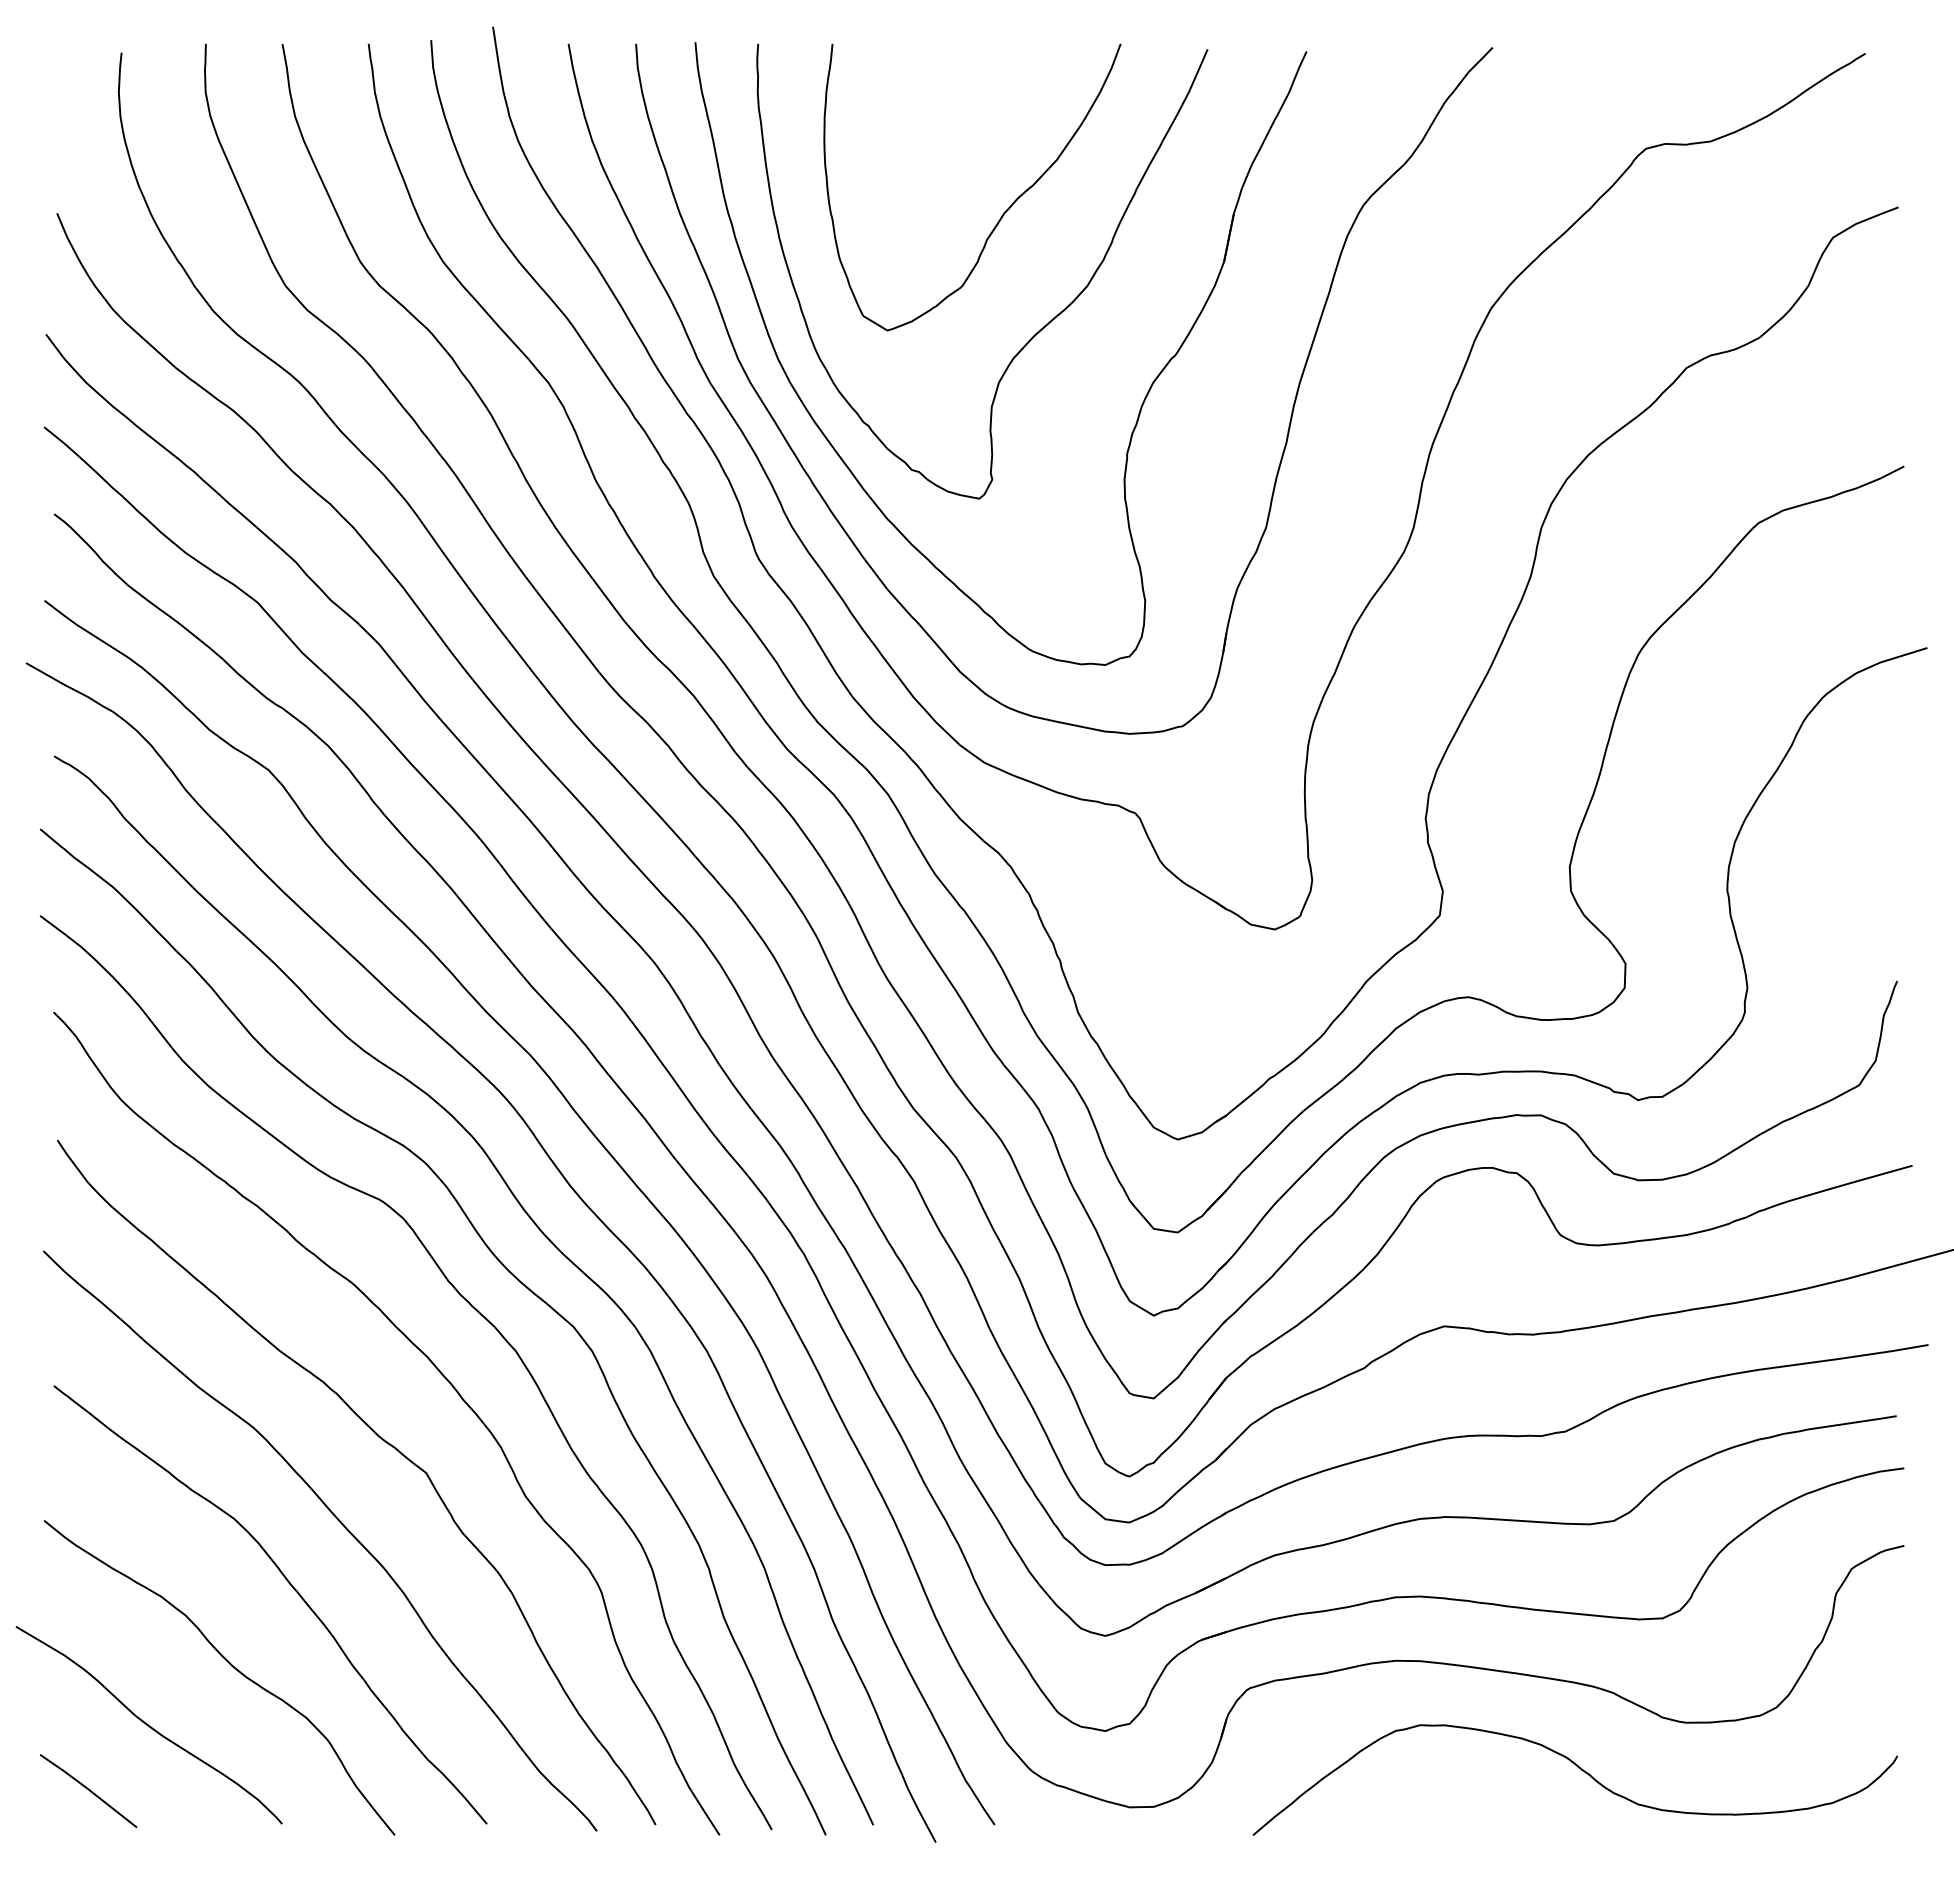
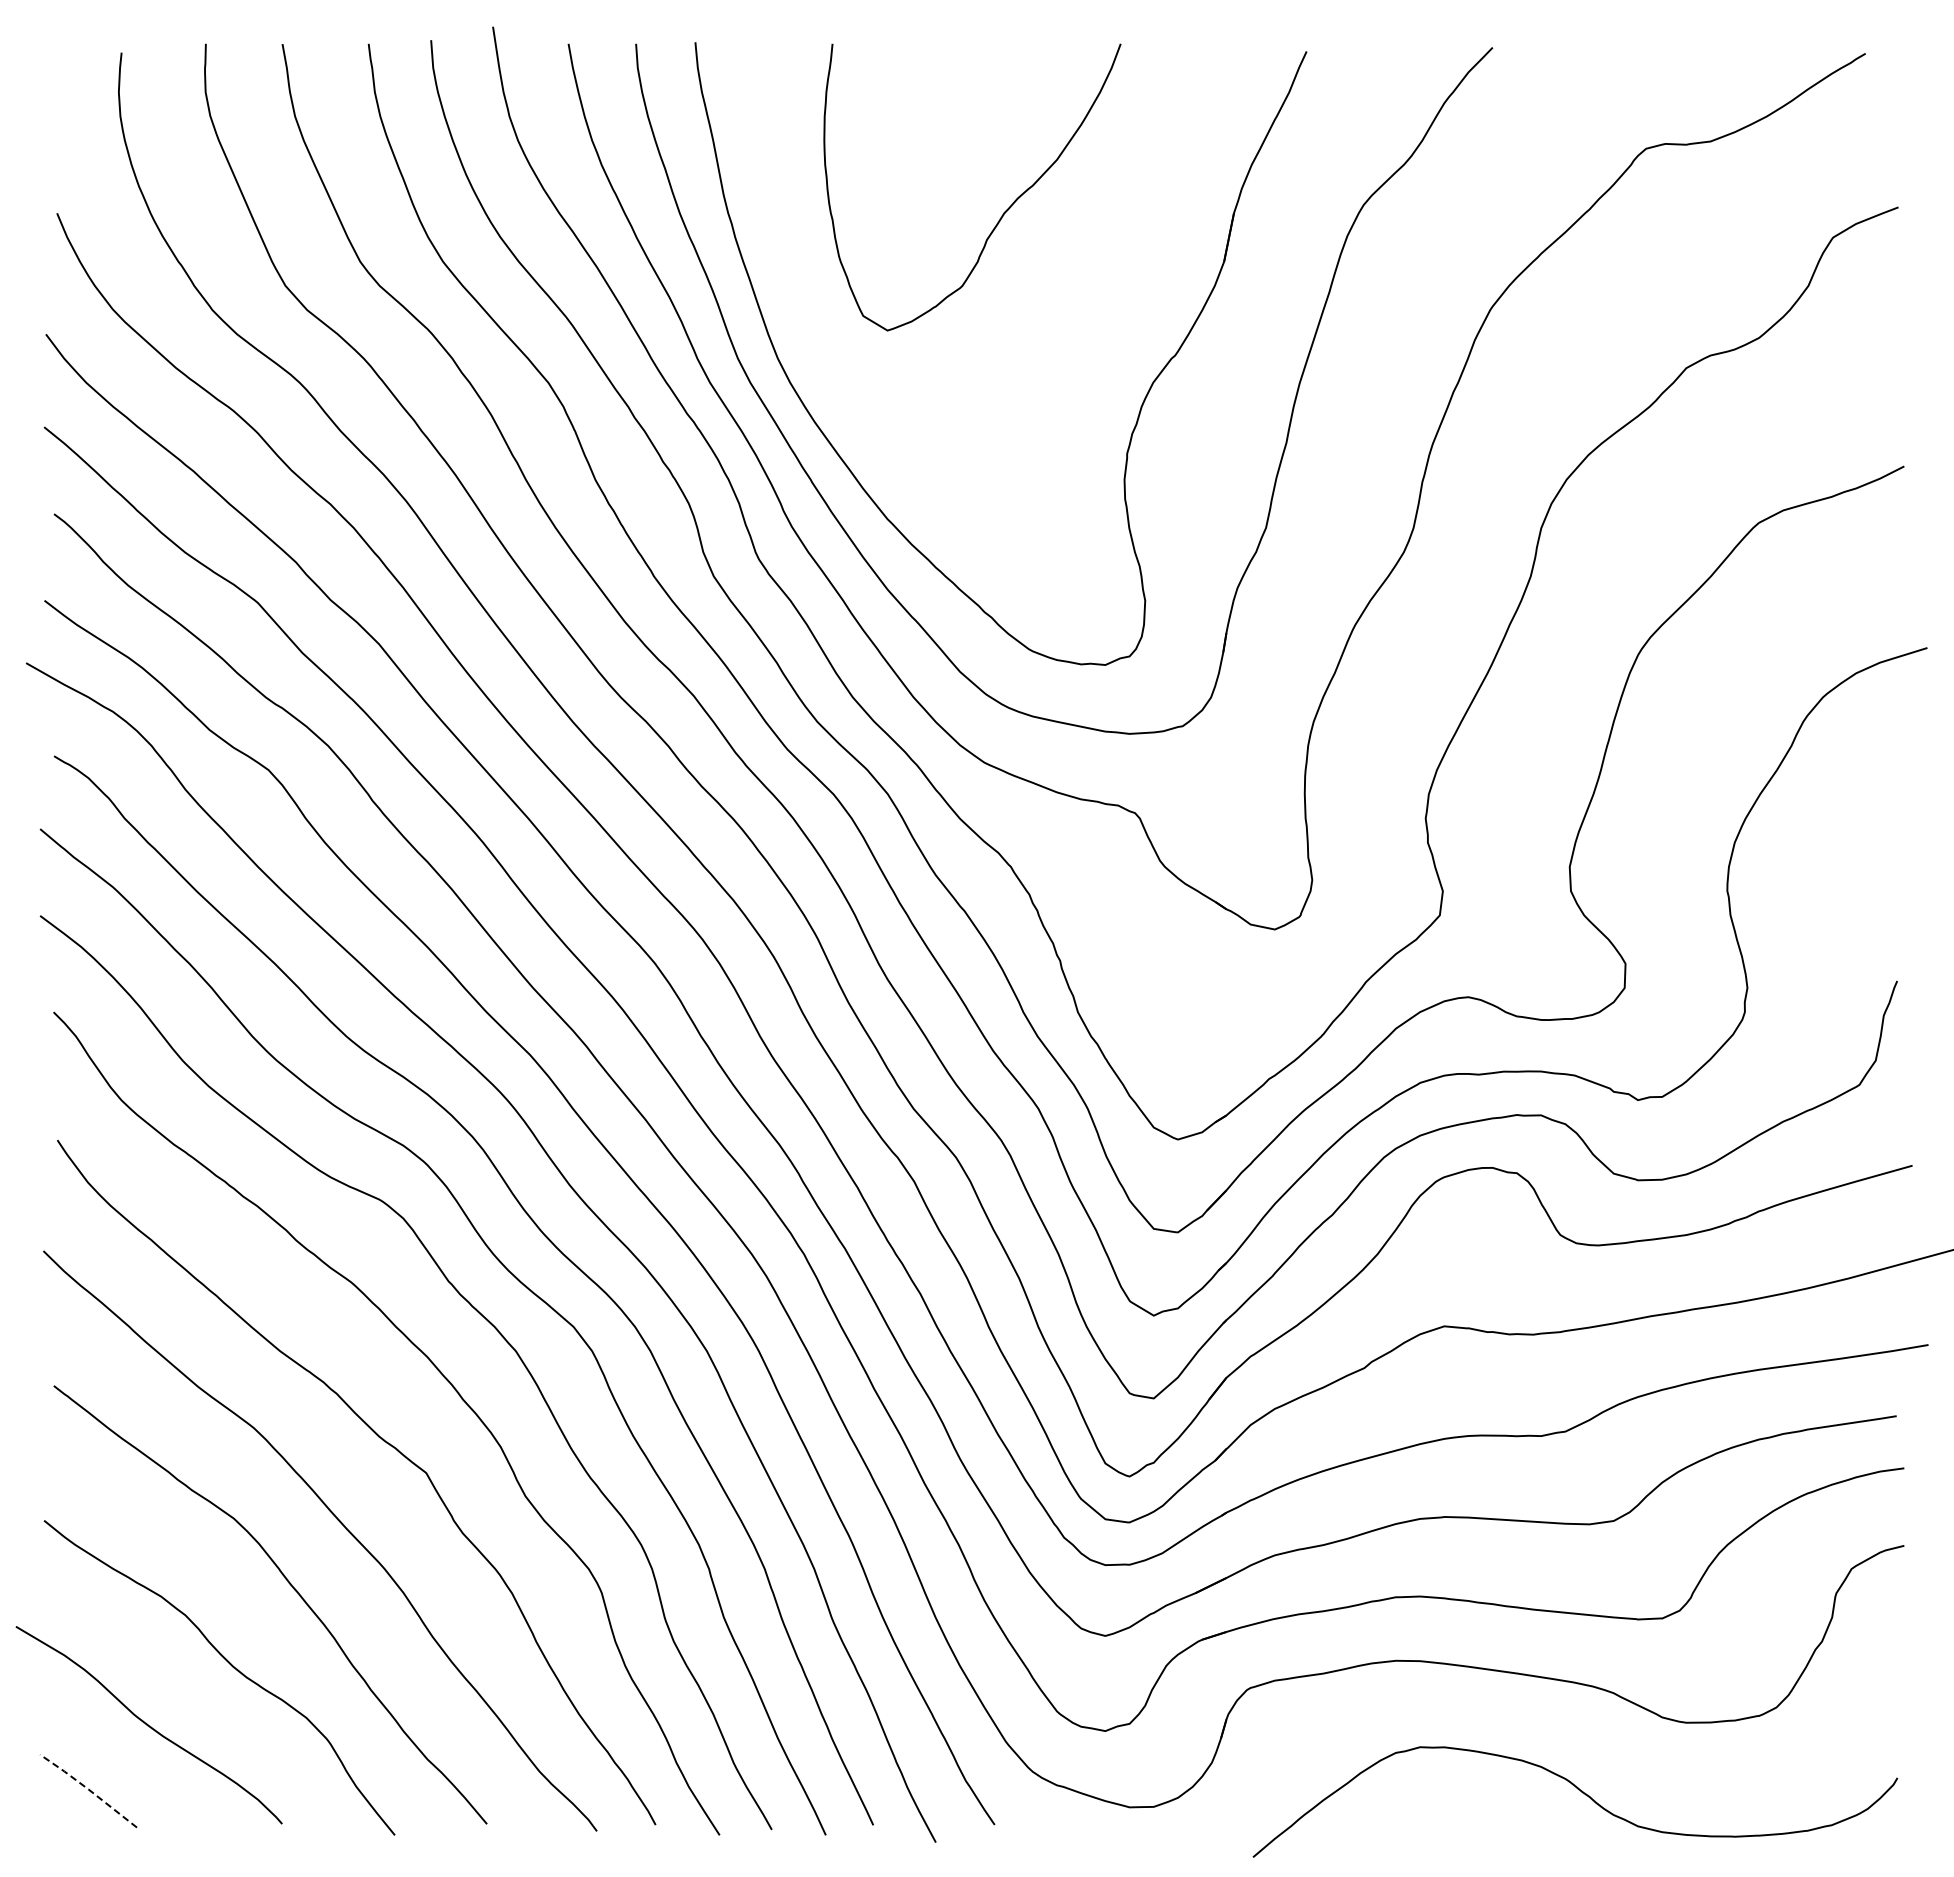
curve at (1037, 331): present -> none
curve at (1582, 1771) position: (1582, 1771) -> (1582, 1793)
line at (88, 1789): solid -> dashed
